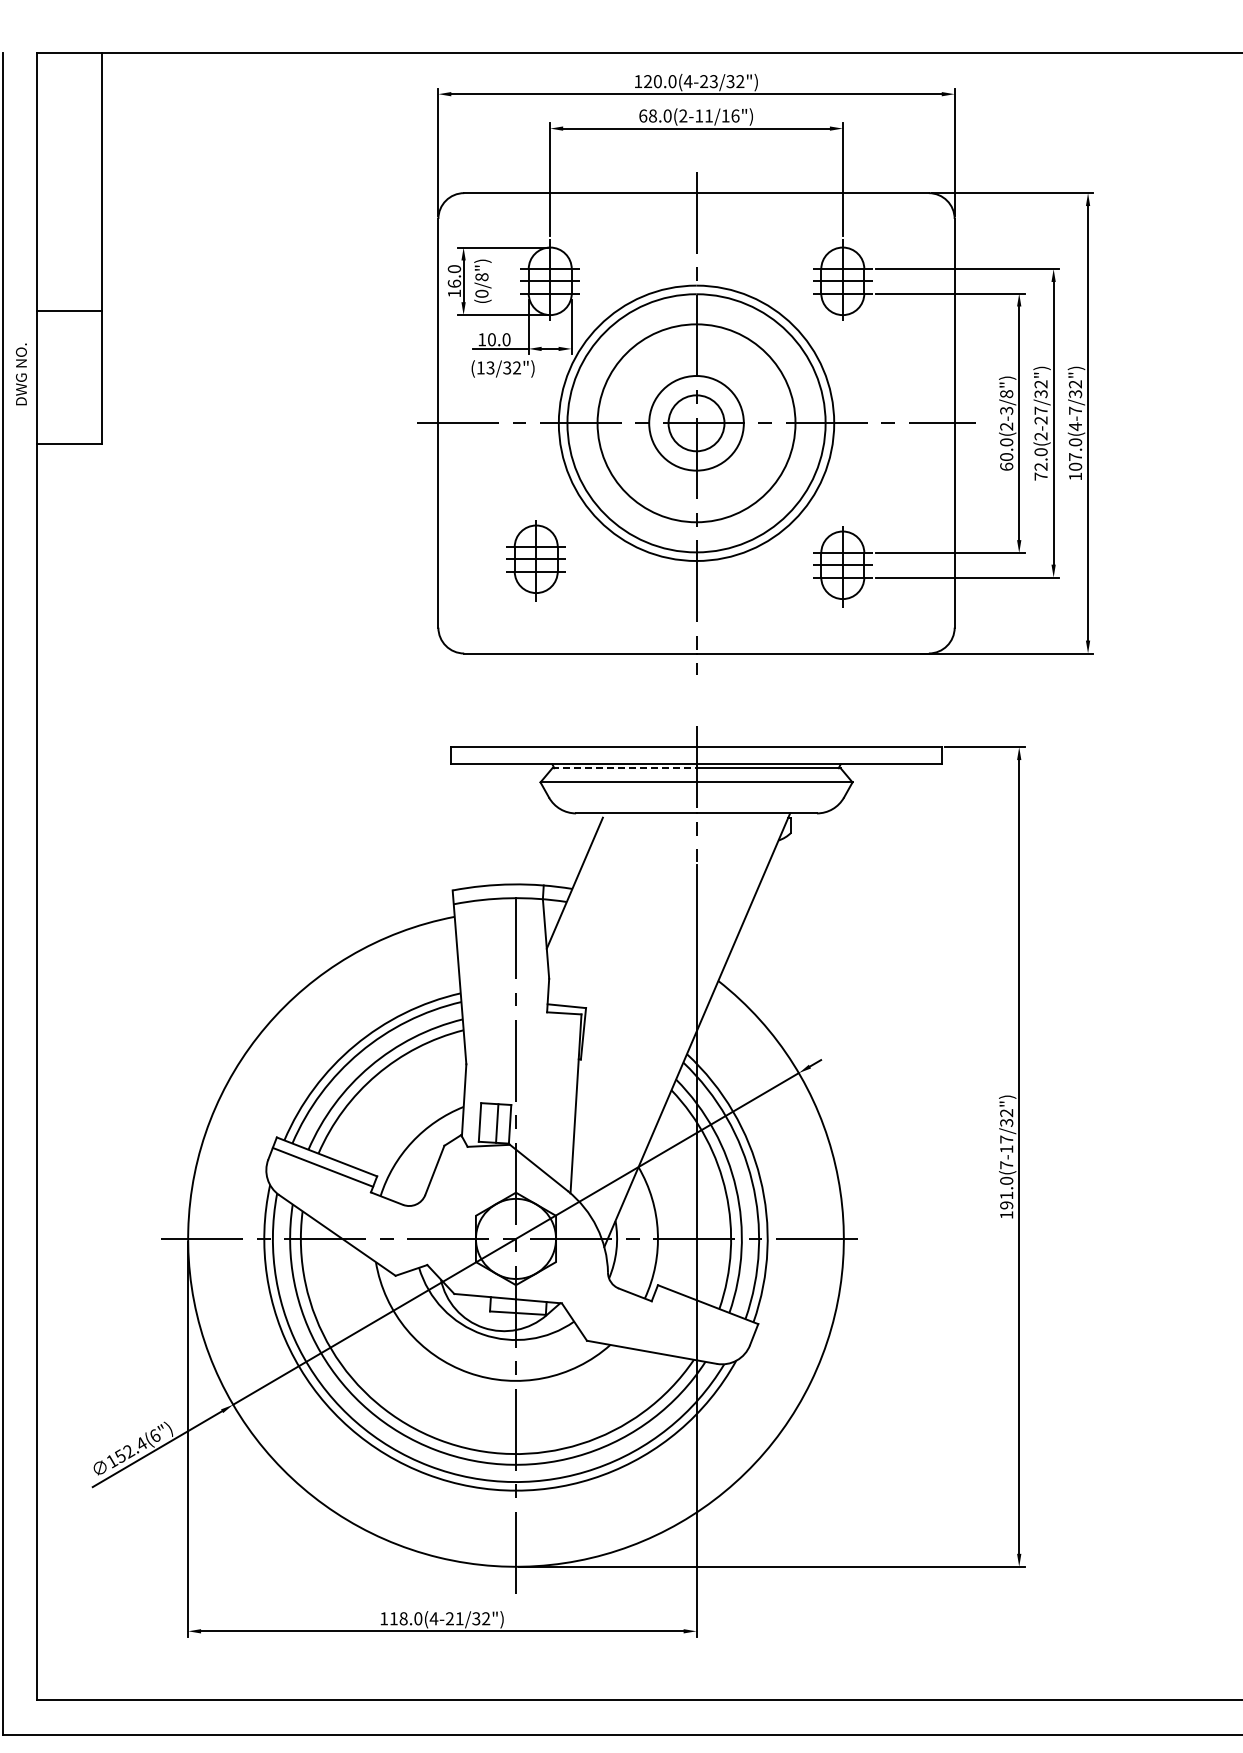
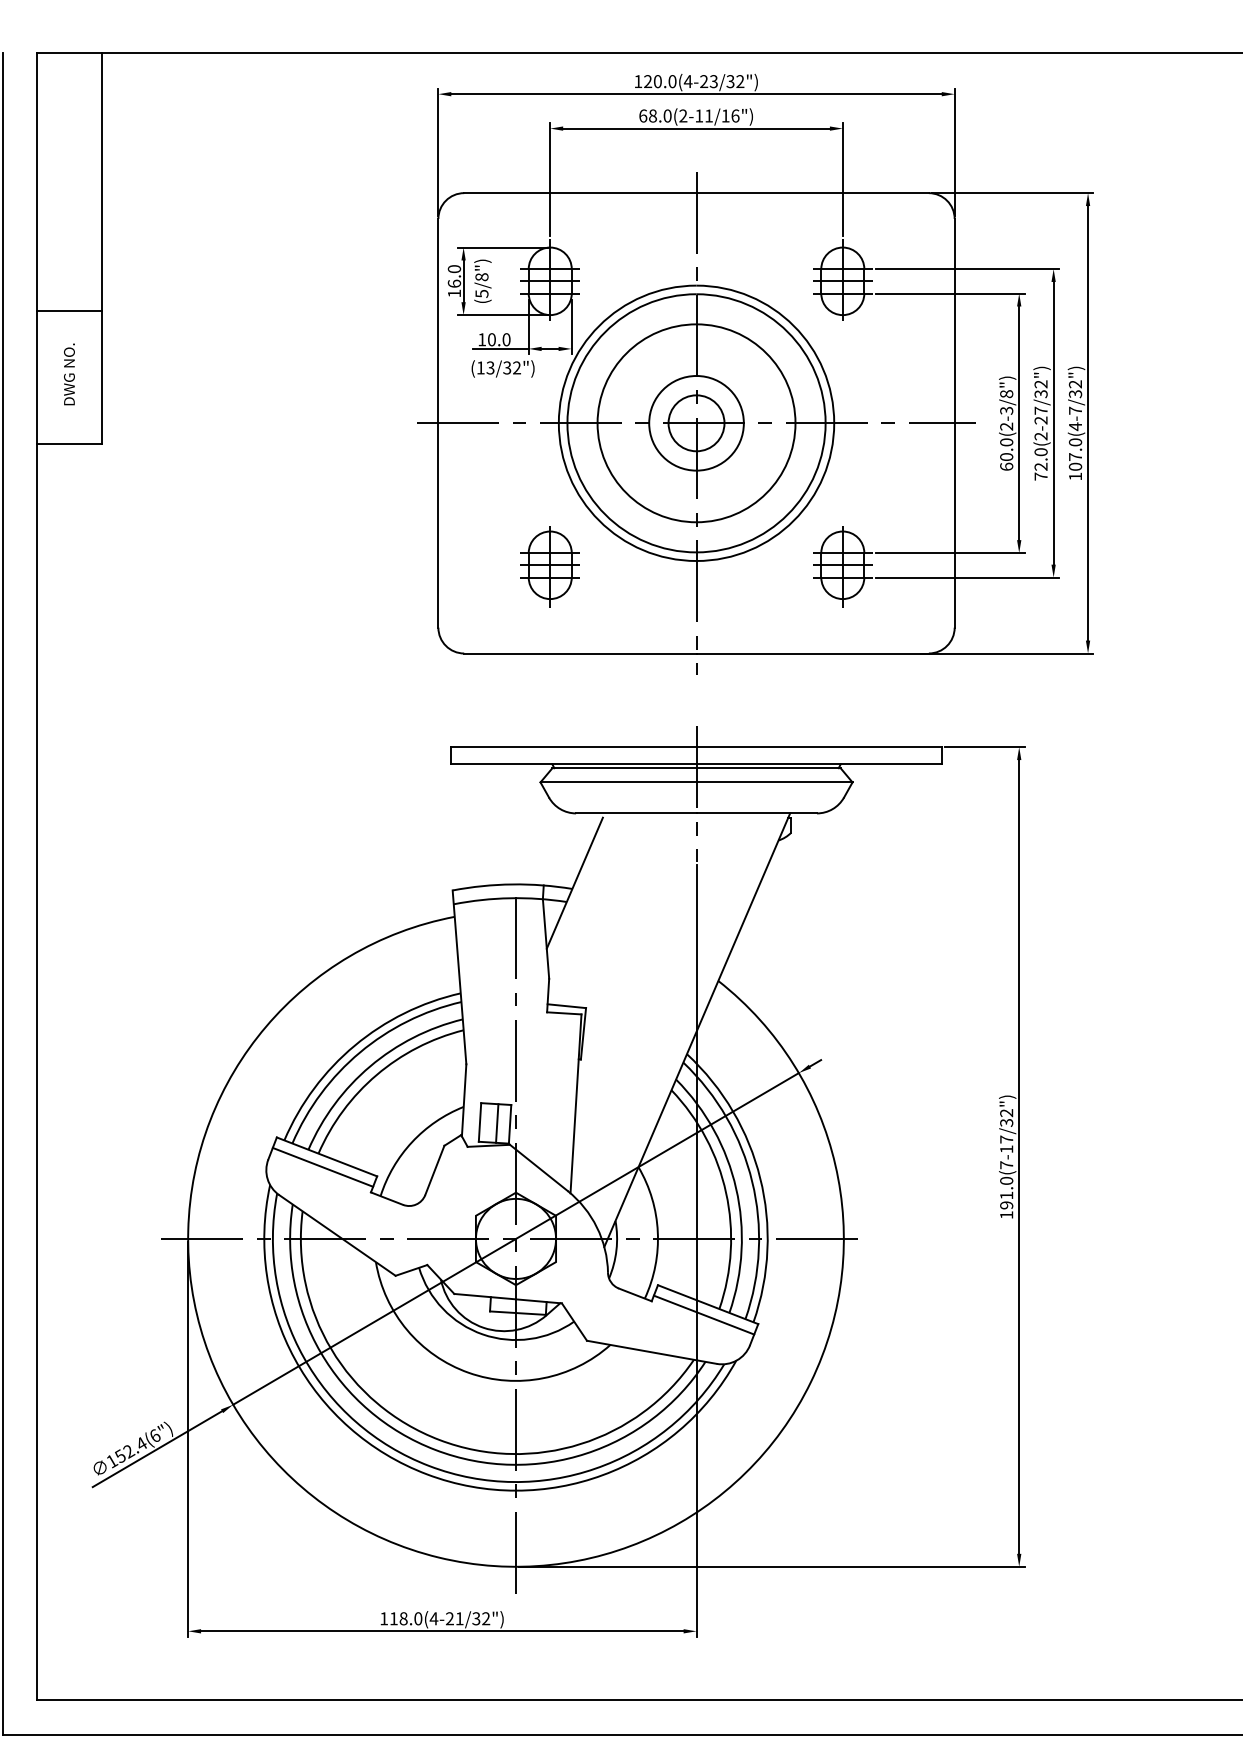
text at (481, 293): (0/8") -> (5/8")
text at (21, 374) position: (21, 374) -> (69, 374)
part at (535, 560) position: (535, 560) -> (549, 566)
line at (624, 768): dashed -> solid
line at (703, 1314): none -> present
